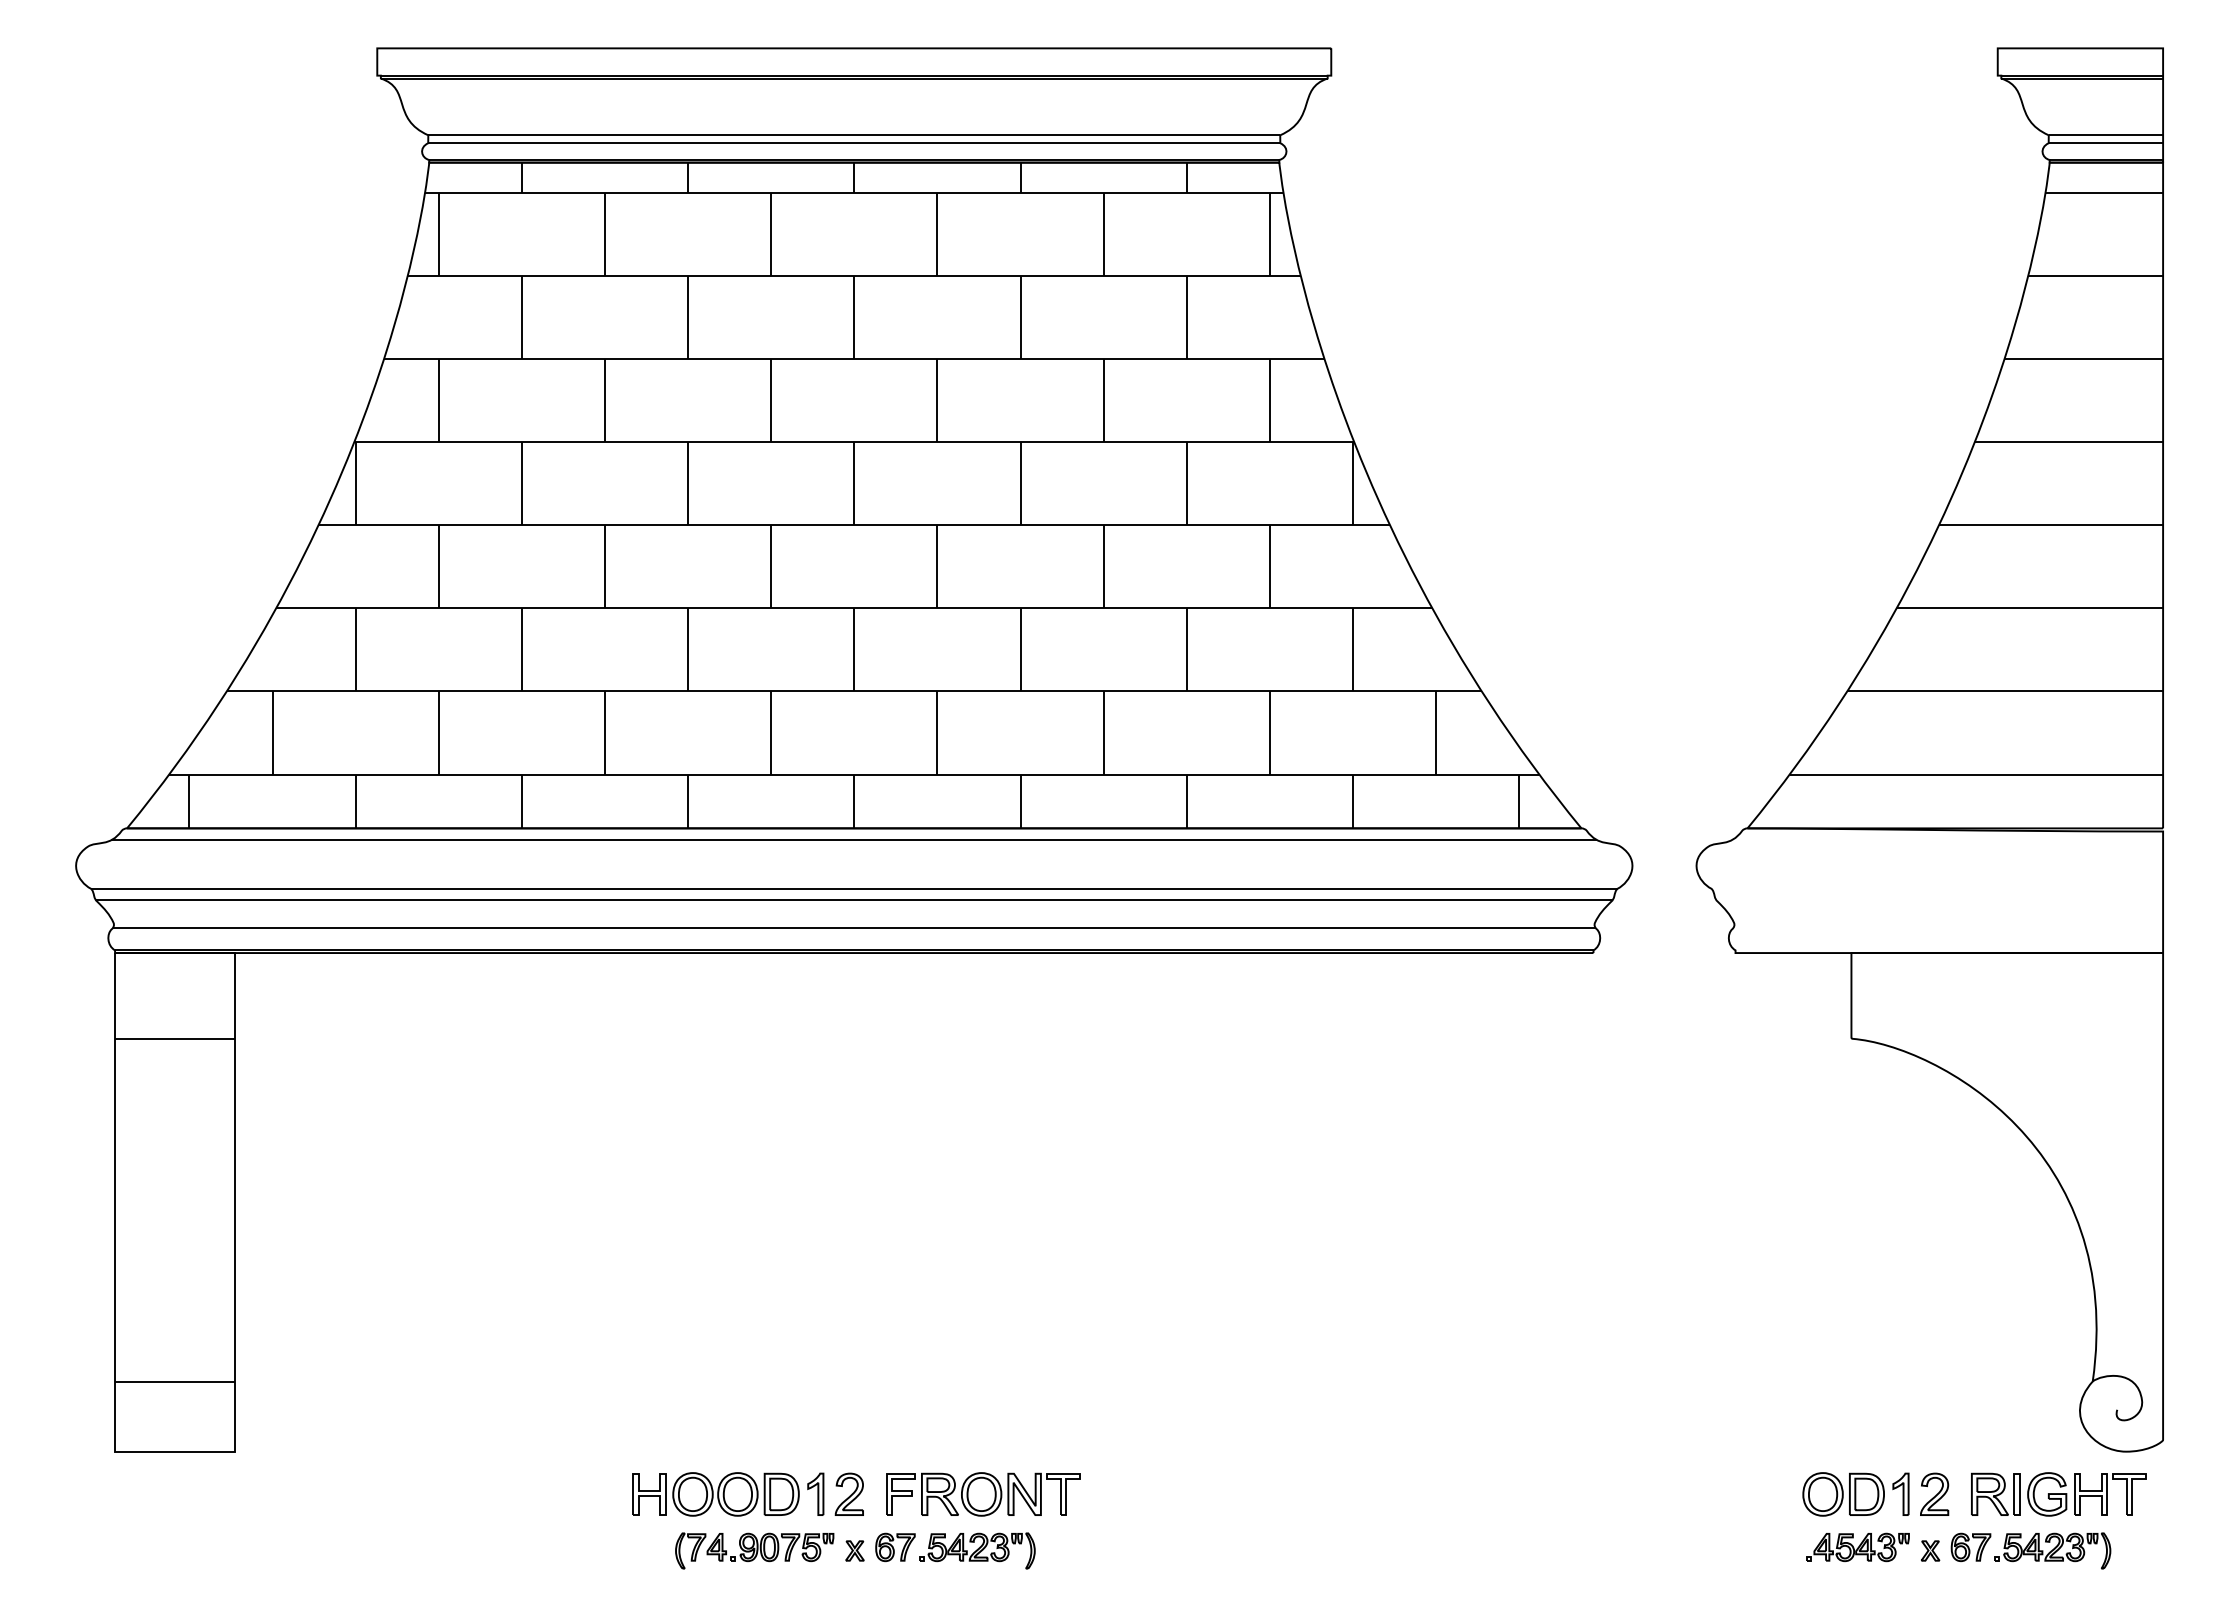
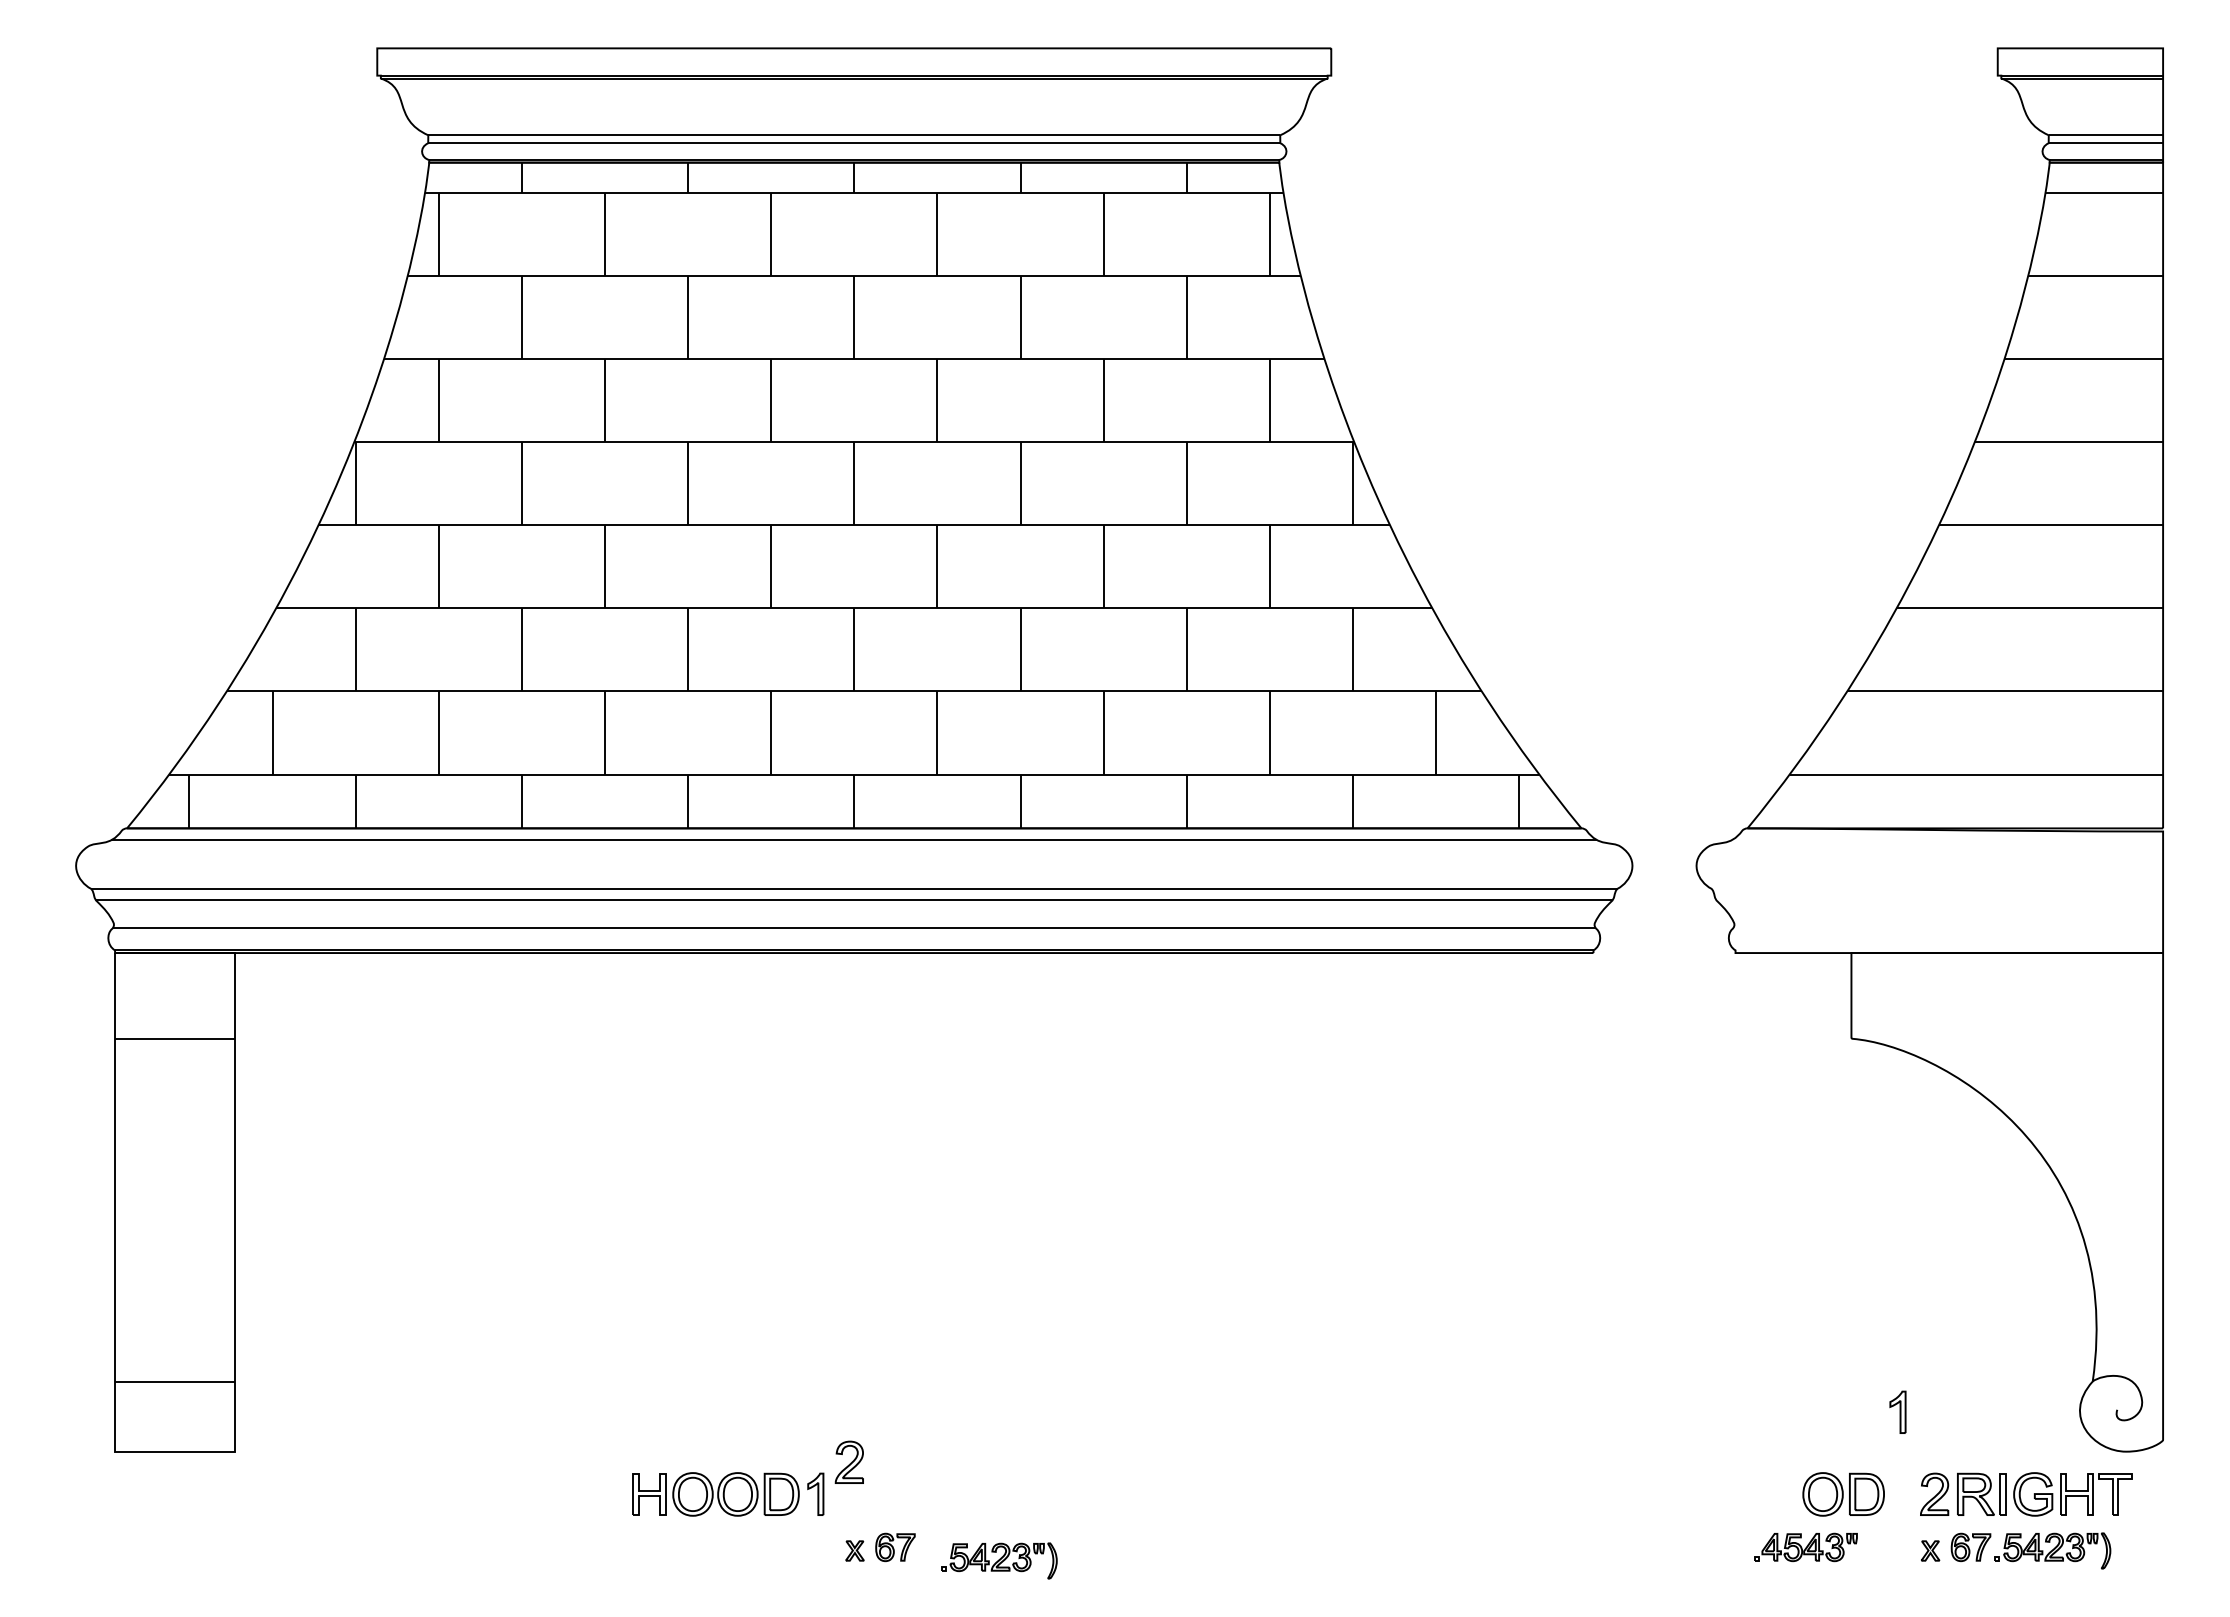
part at (848, 1493) position: (848, 1493) -> (848, 1461)
part at (1900, 1493) position: (1900, 1493) -> (1897, 1411)
part at (983, 1494): present -> none
part at (2058, 1494) position: (2058, 1494) -> (2044, 1494)
part at (1857, 1547) position: (1857, 1547) -> (1805, 1547)
part at (754, 1550): present -> none
part at (977, 1550) position: (977, 1550) -> (999, 1560)
